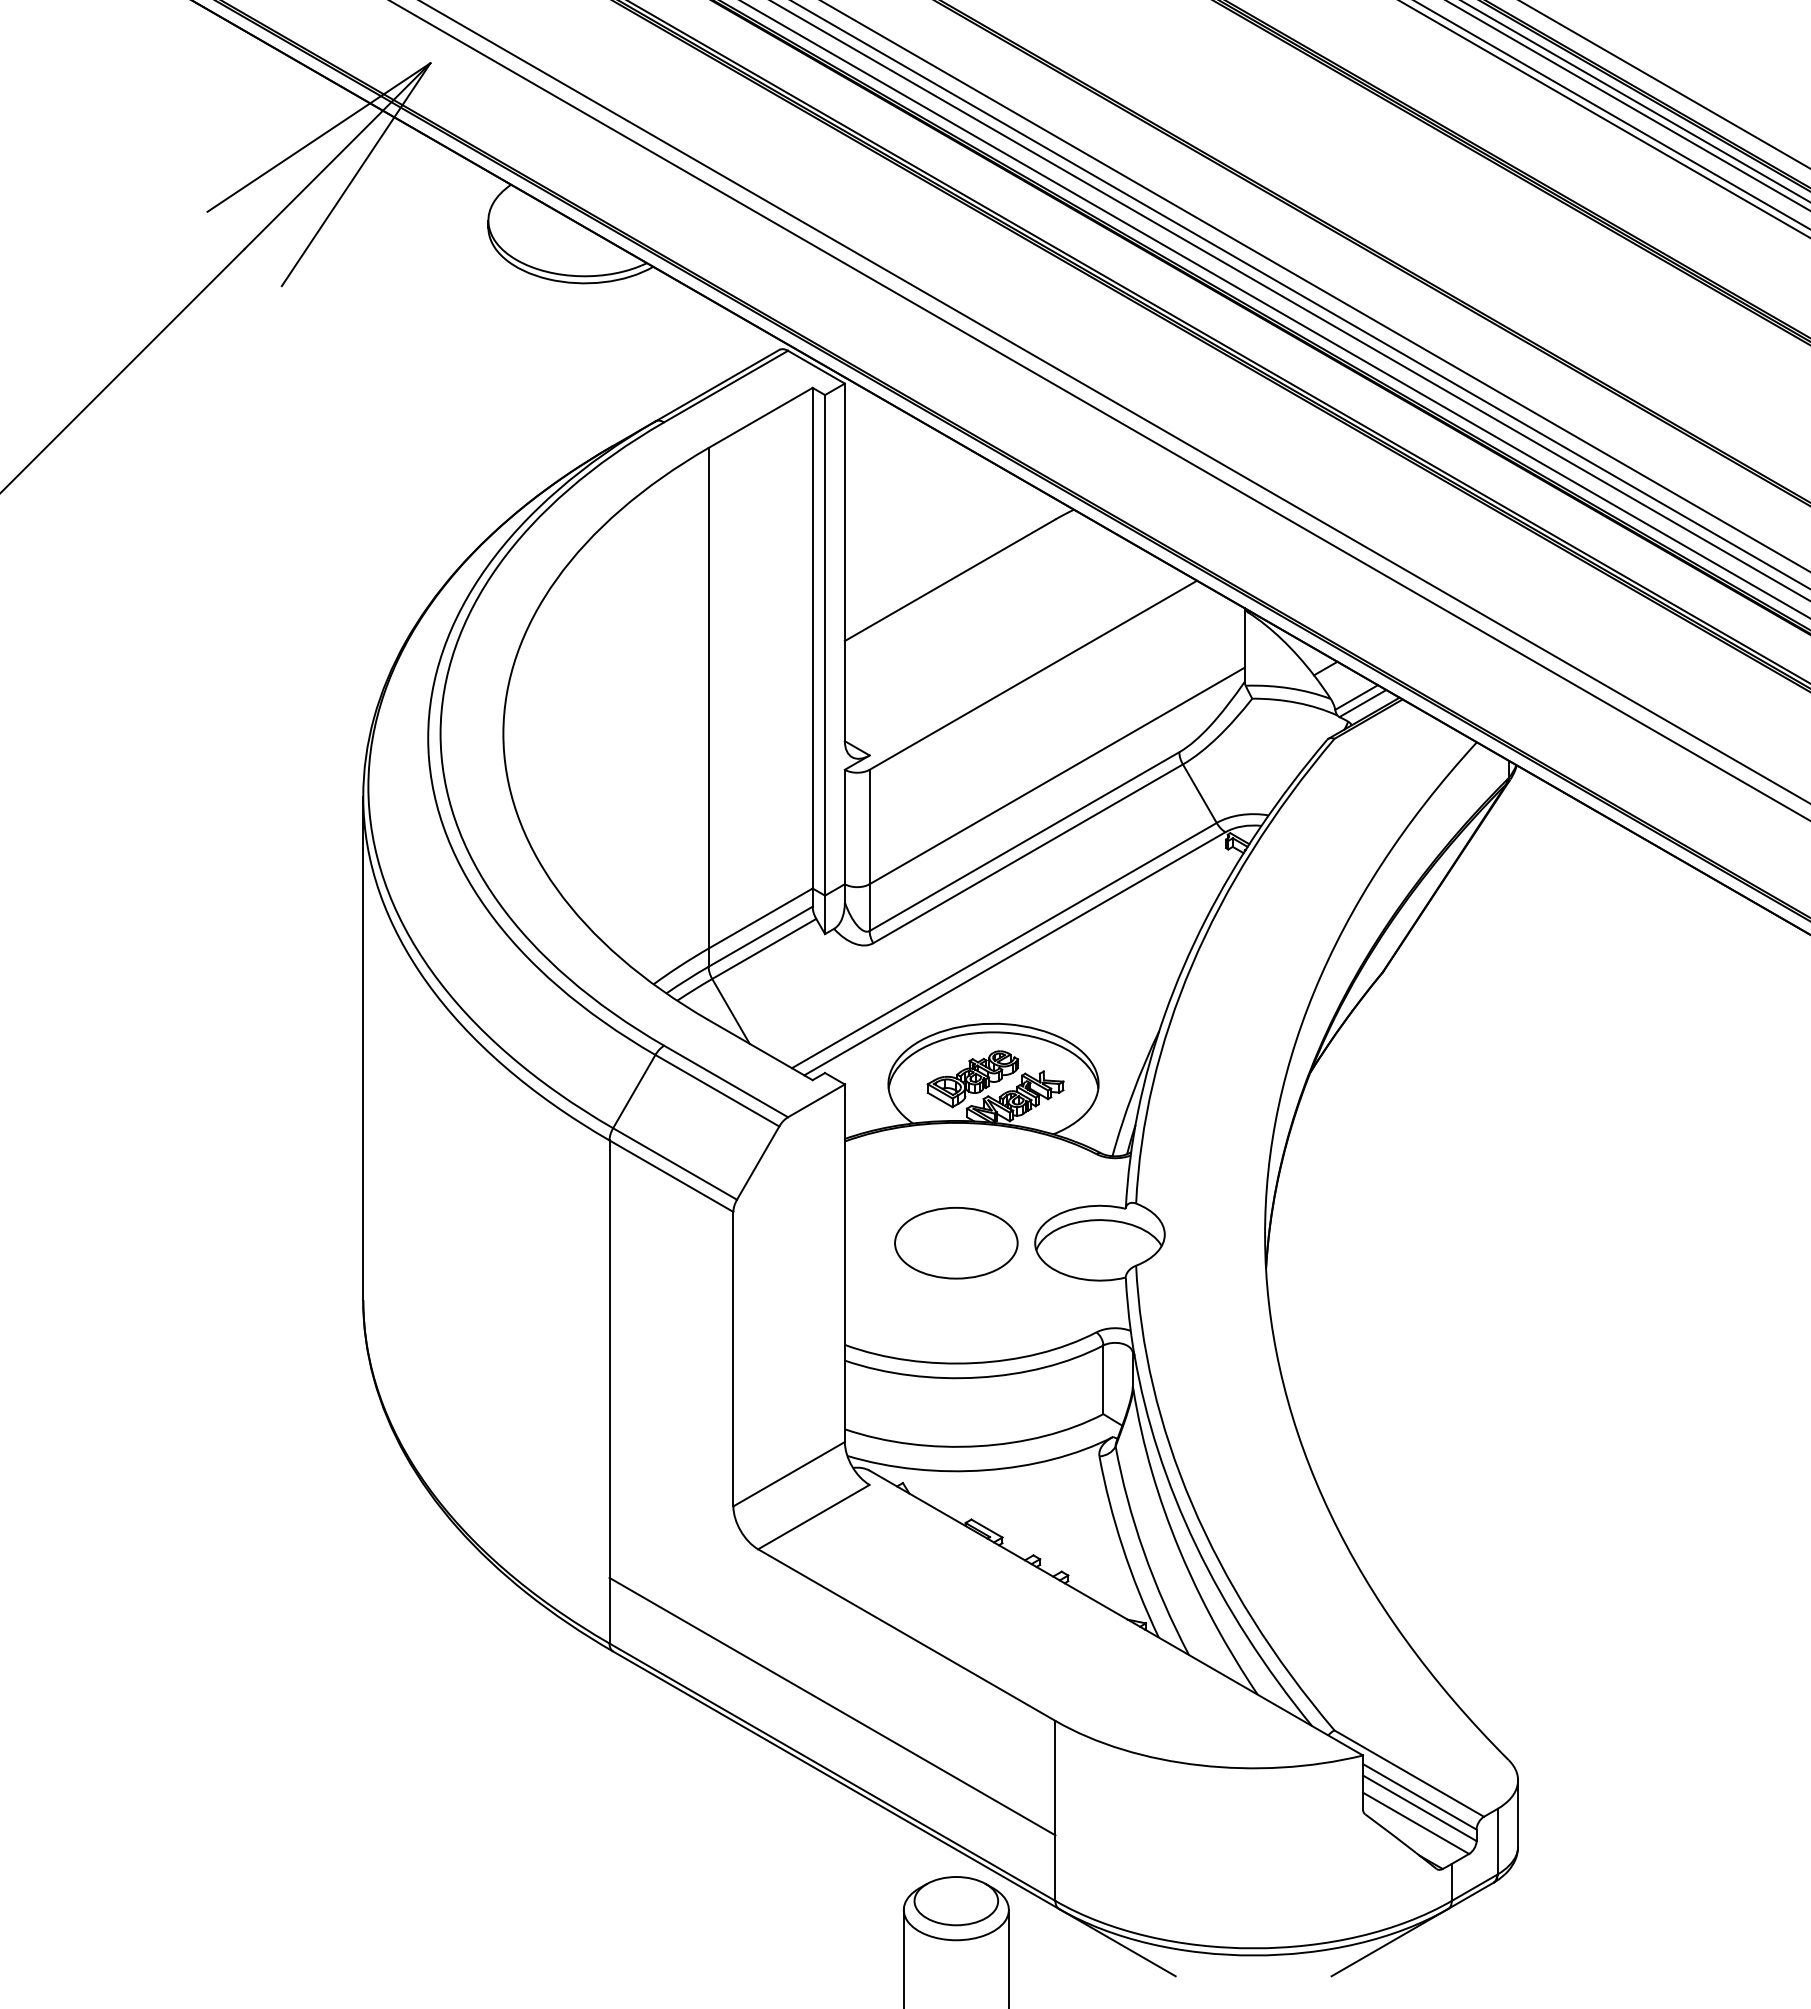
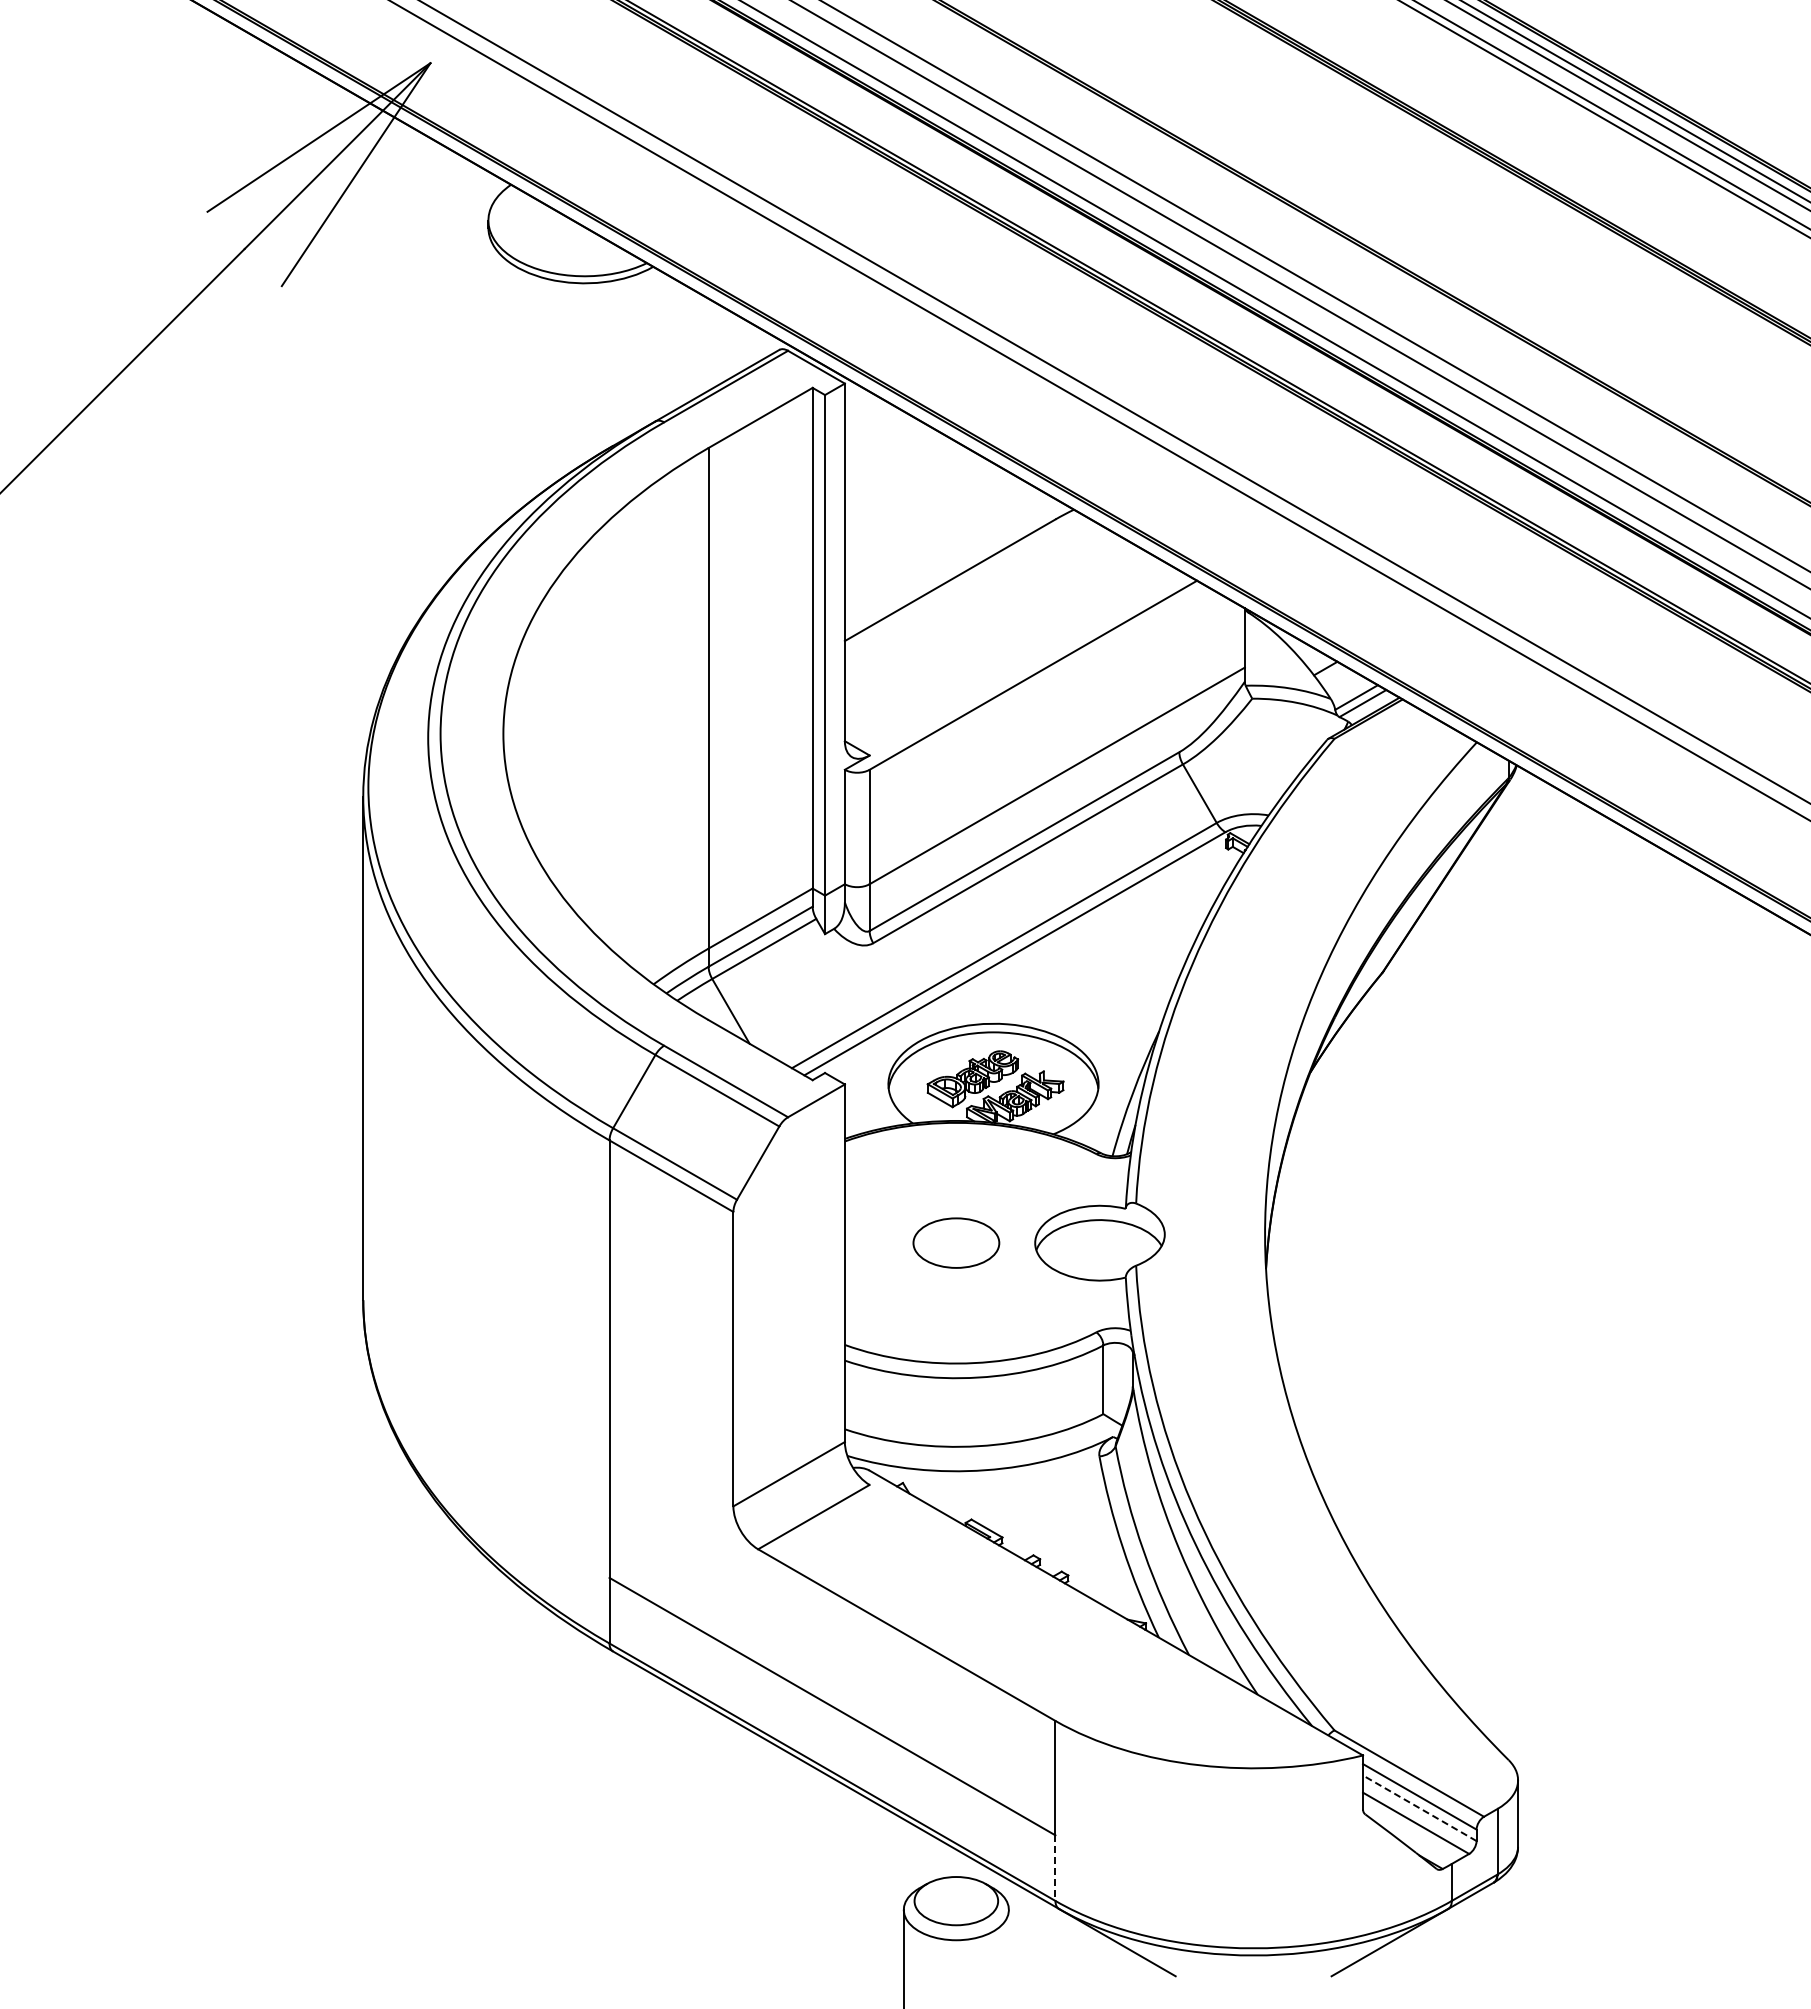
line at (1664, 84): present -> none
line at (1289, 300): present -> none
part at (956, 1242) size: 125x74 px -> 89x52 px
line at (1419, 1808): solid -> dashed
line at (1055, 1868): solid -> dashed
line at (1008, 1957): present -> none
